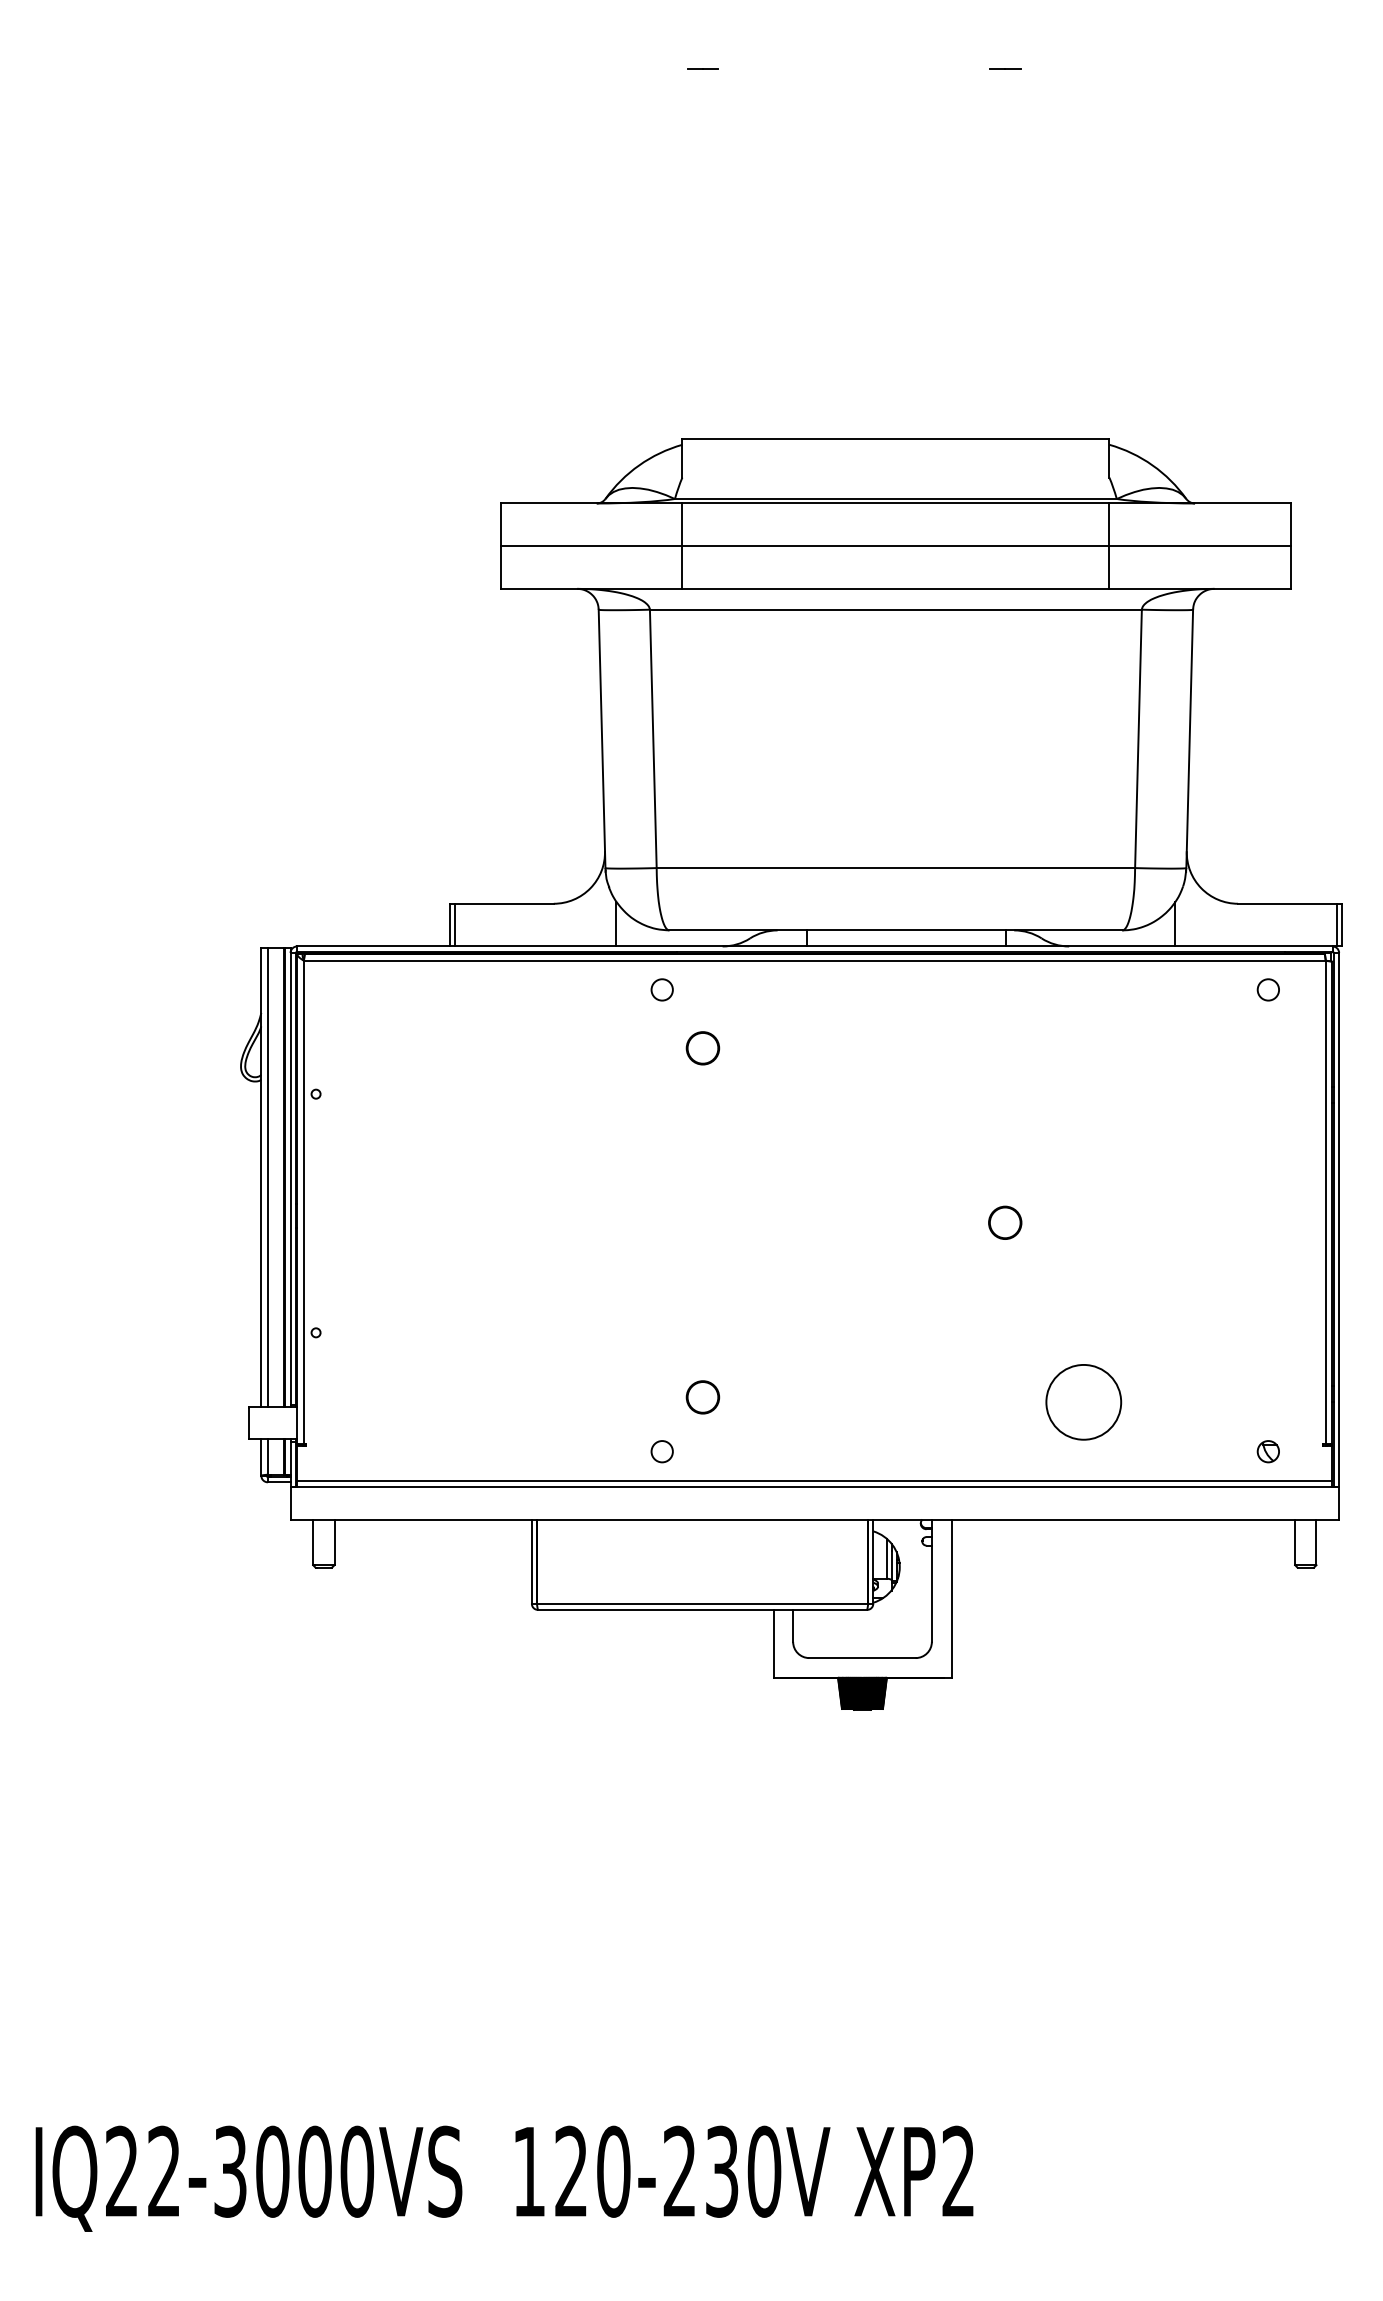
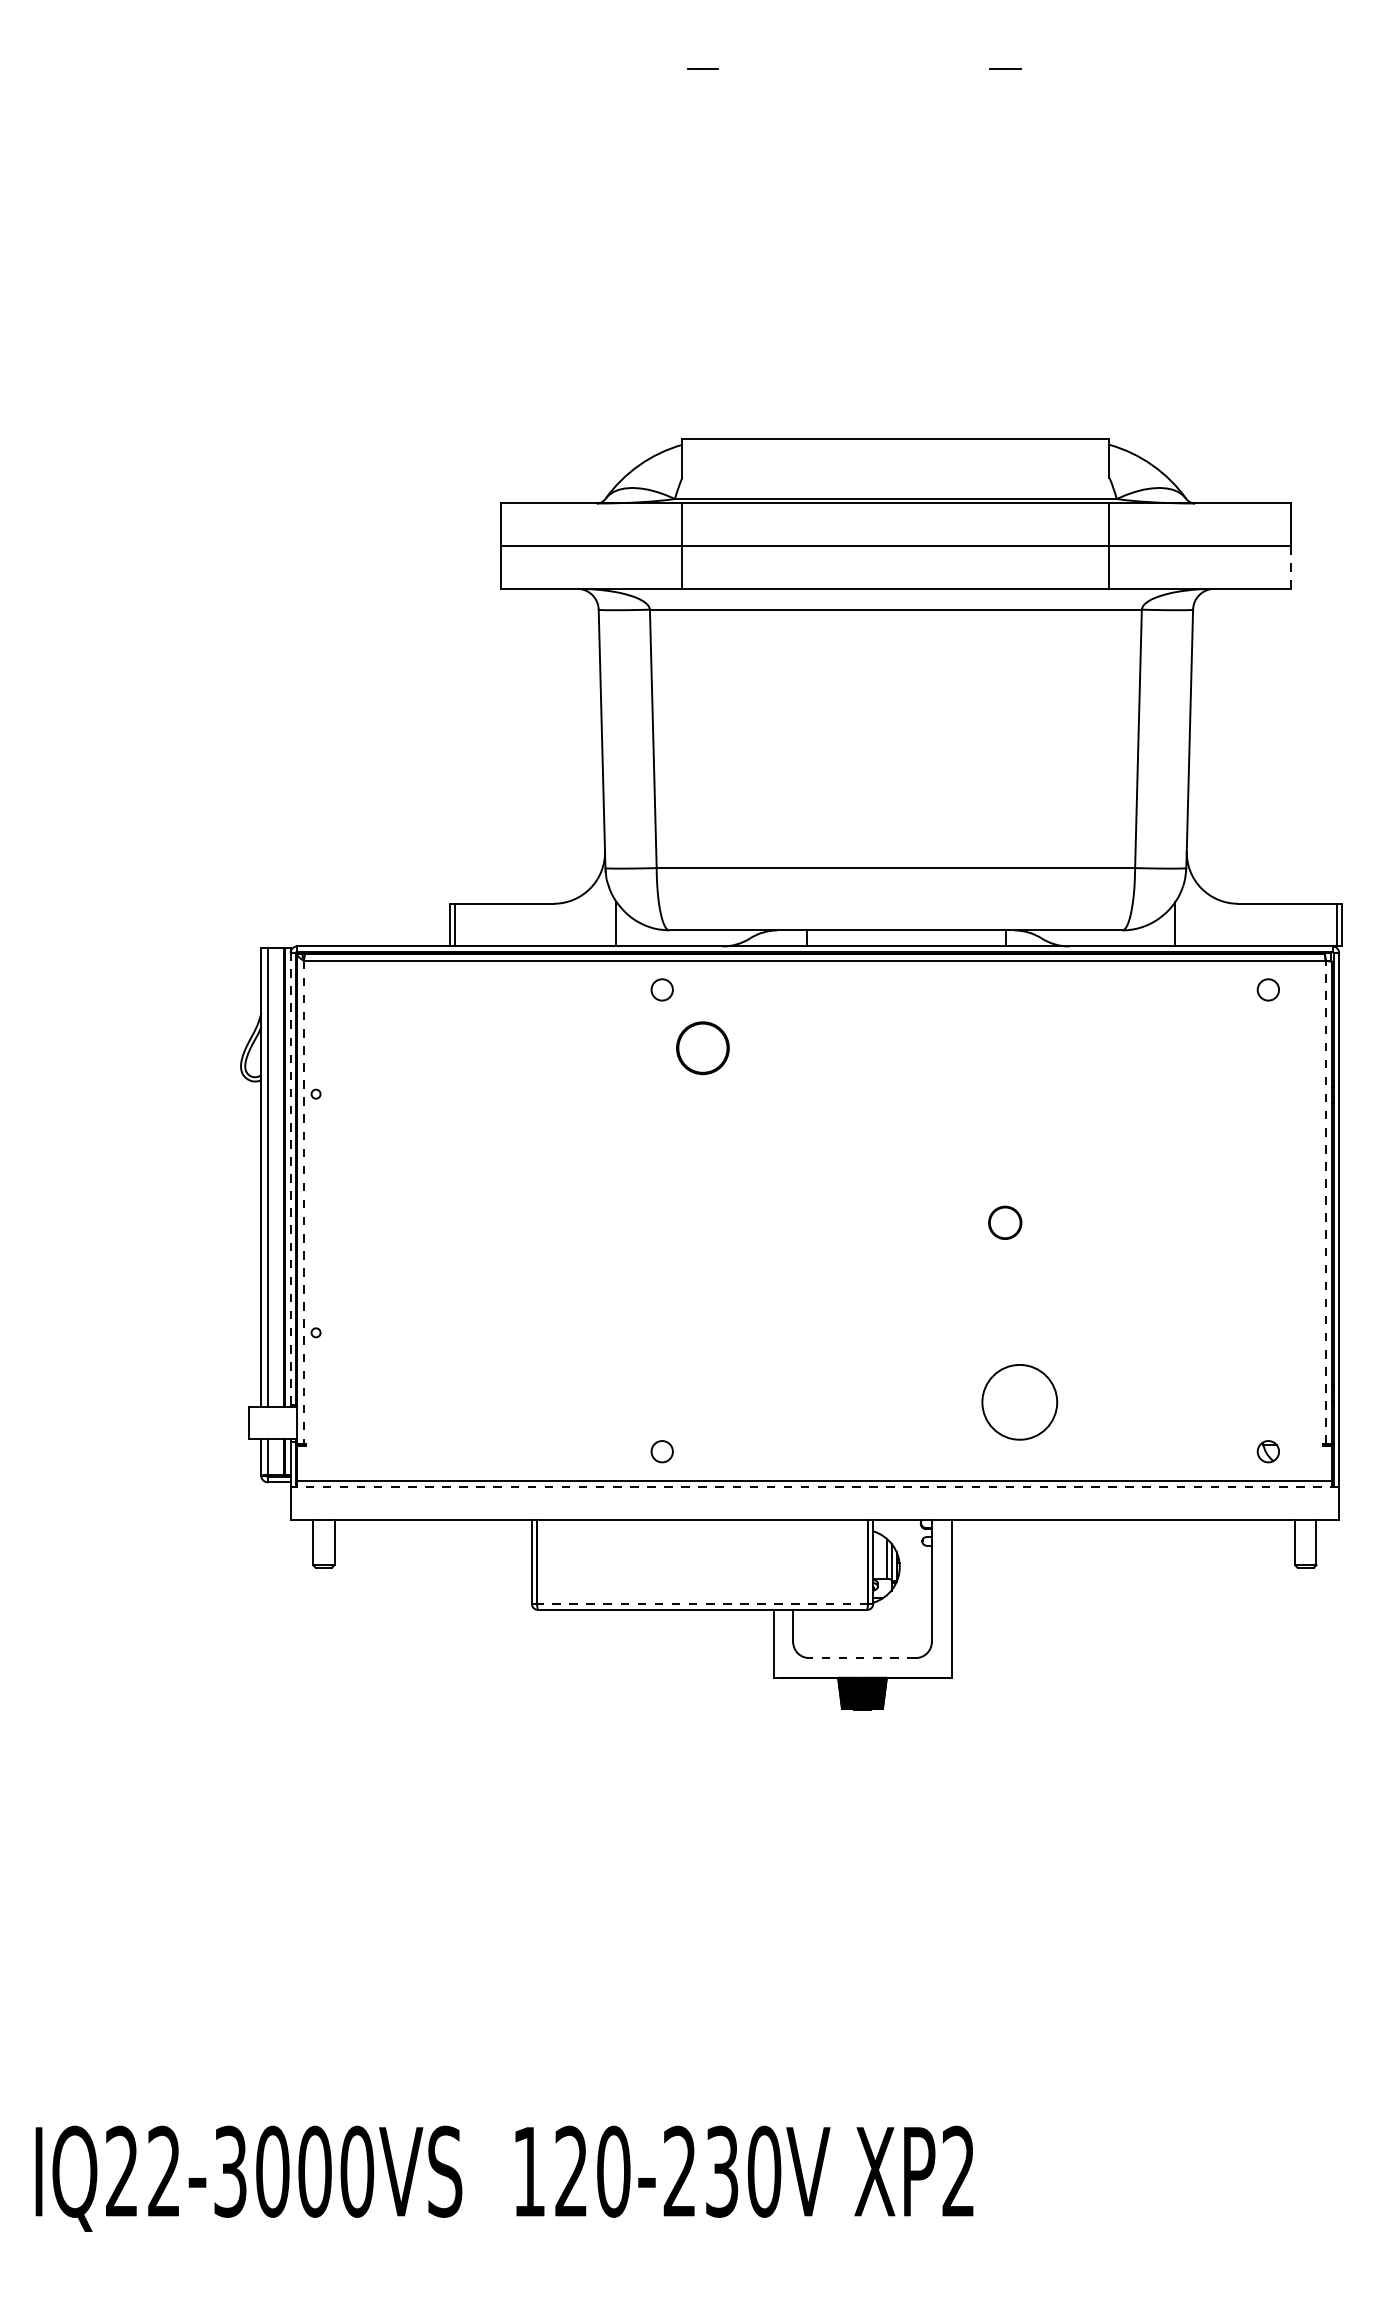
line at (1290, 567): solid -> dashed
part at (702, 1048) size: 36x35 px -> 54x55 px
line at (290, 1178): solid -> dashed
line at (303, 1202): solid -> dashed
line at (1325, 1202): solid -> dashed
part at (702, 1397): present -> none
circle at (1083, 1402) position: (1083, 1402) -> (1019, 1402)
line at (814, 1487): solid -> dashed
line at (702, 1603): solid -> dashed
line at (862, 1658): solid -> dashed
